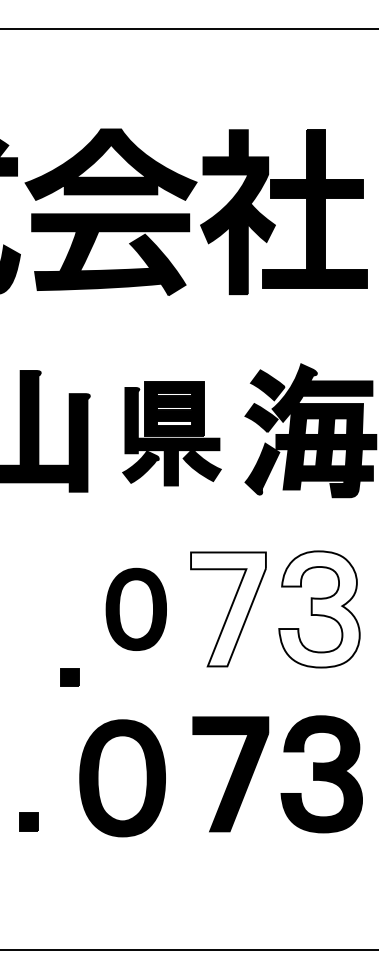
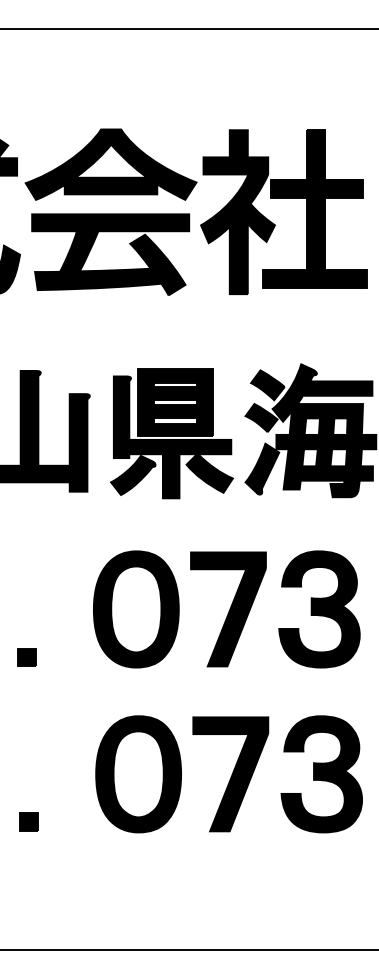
part at (171, 433) size: 100x106 px -> 124x132 px
part at (135, 608) size: 62x84 px -> 87x119 px
fill at (228, 609): none -> present
fill at (319, 609): none -> present
part at (69, 677) position: (69, 677) -> (26, 657)
part at (122, 778) position: (122, 778) -> (138, 774)
